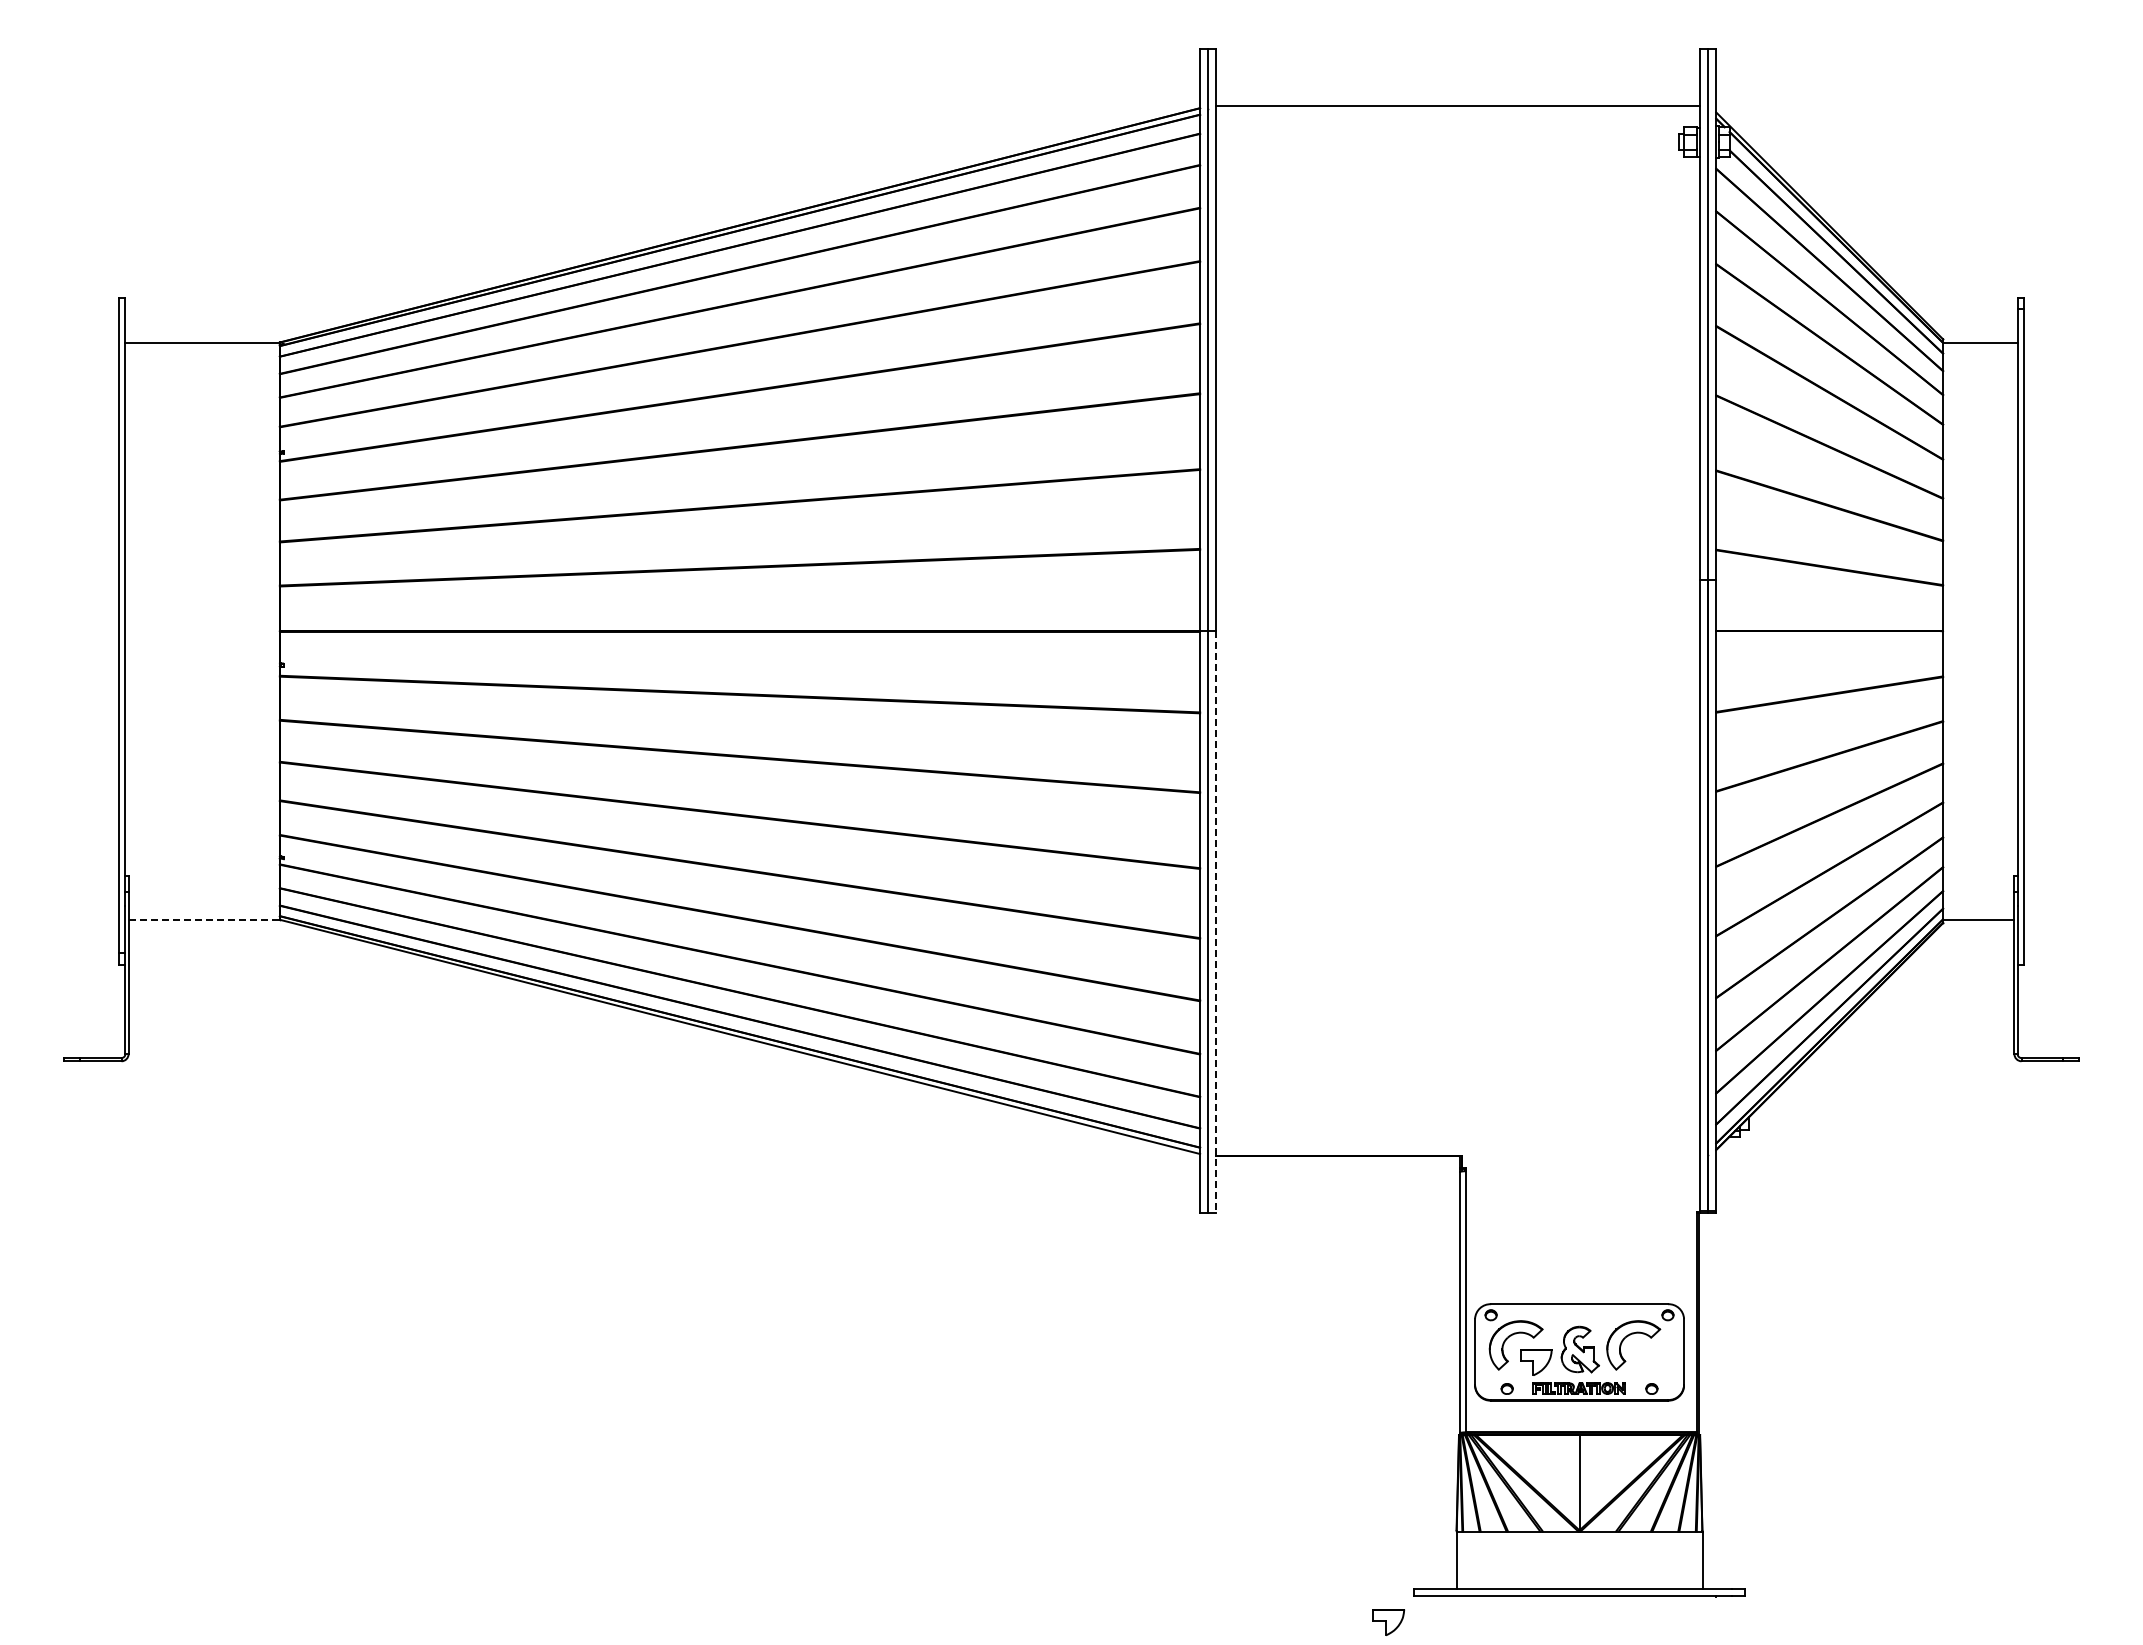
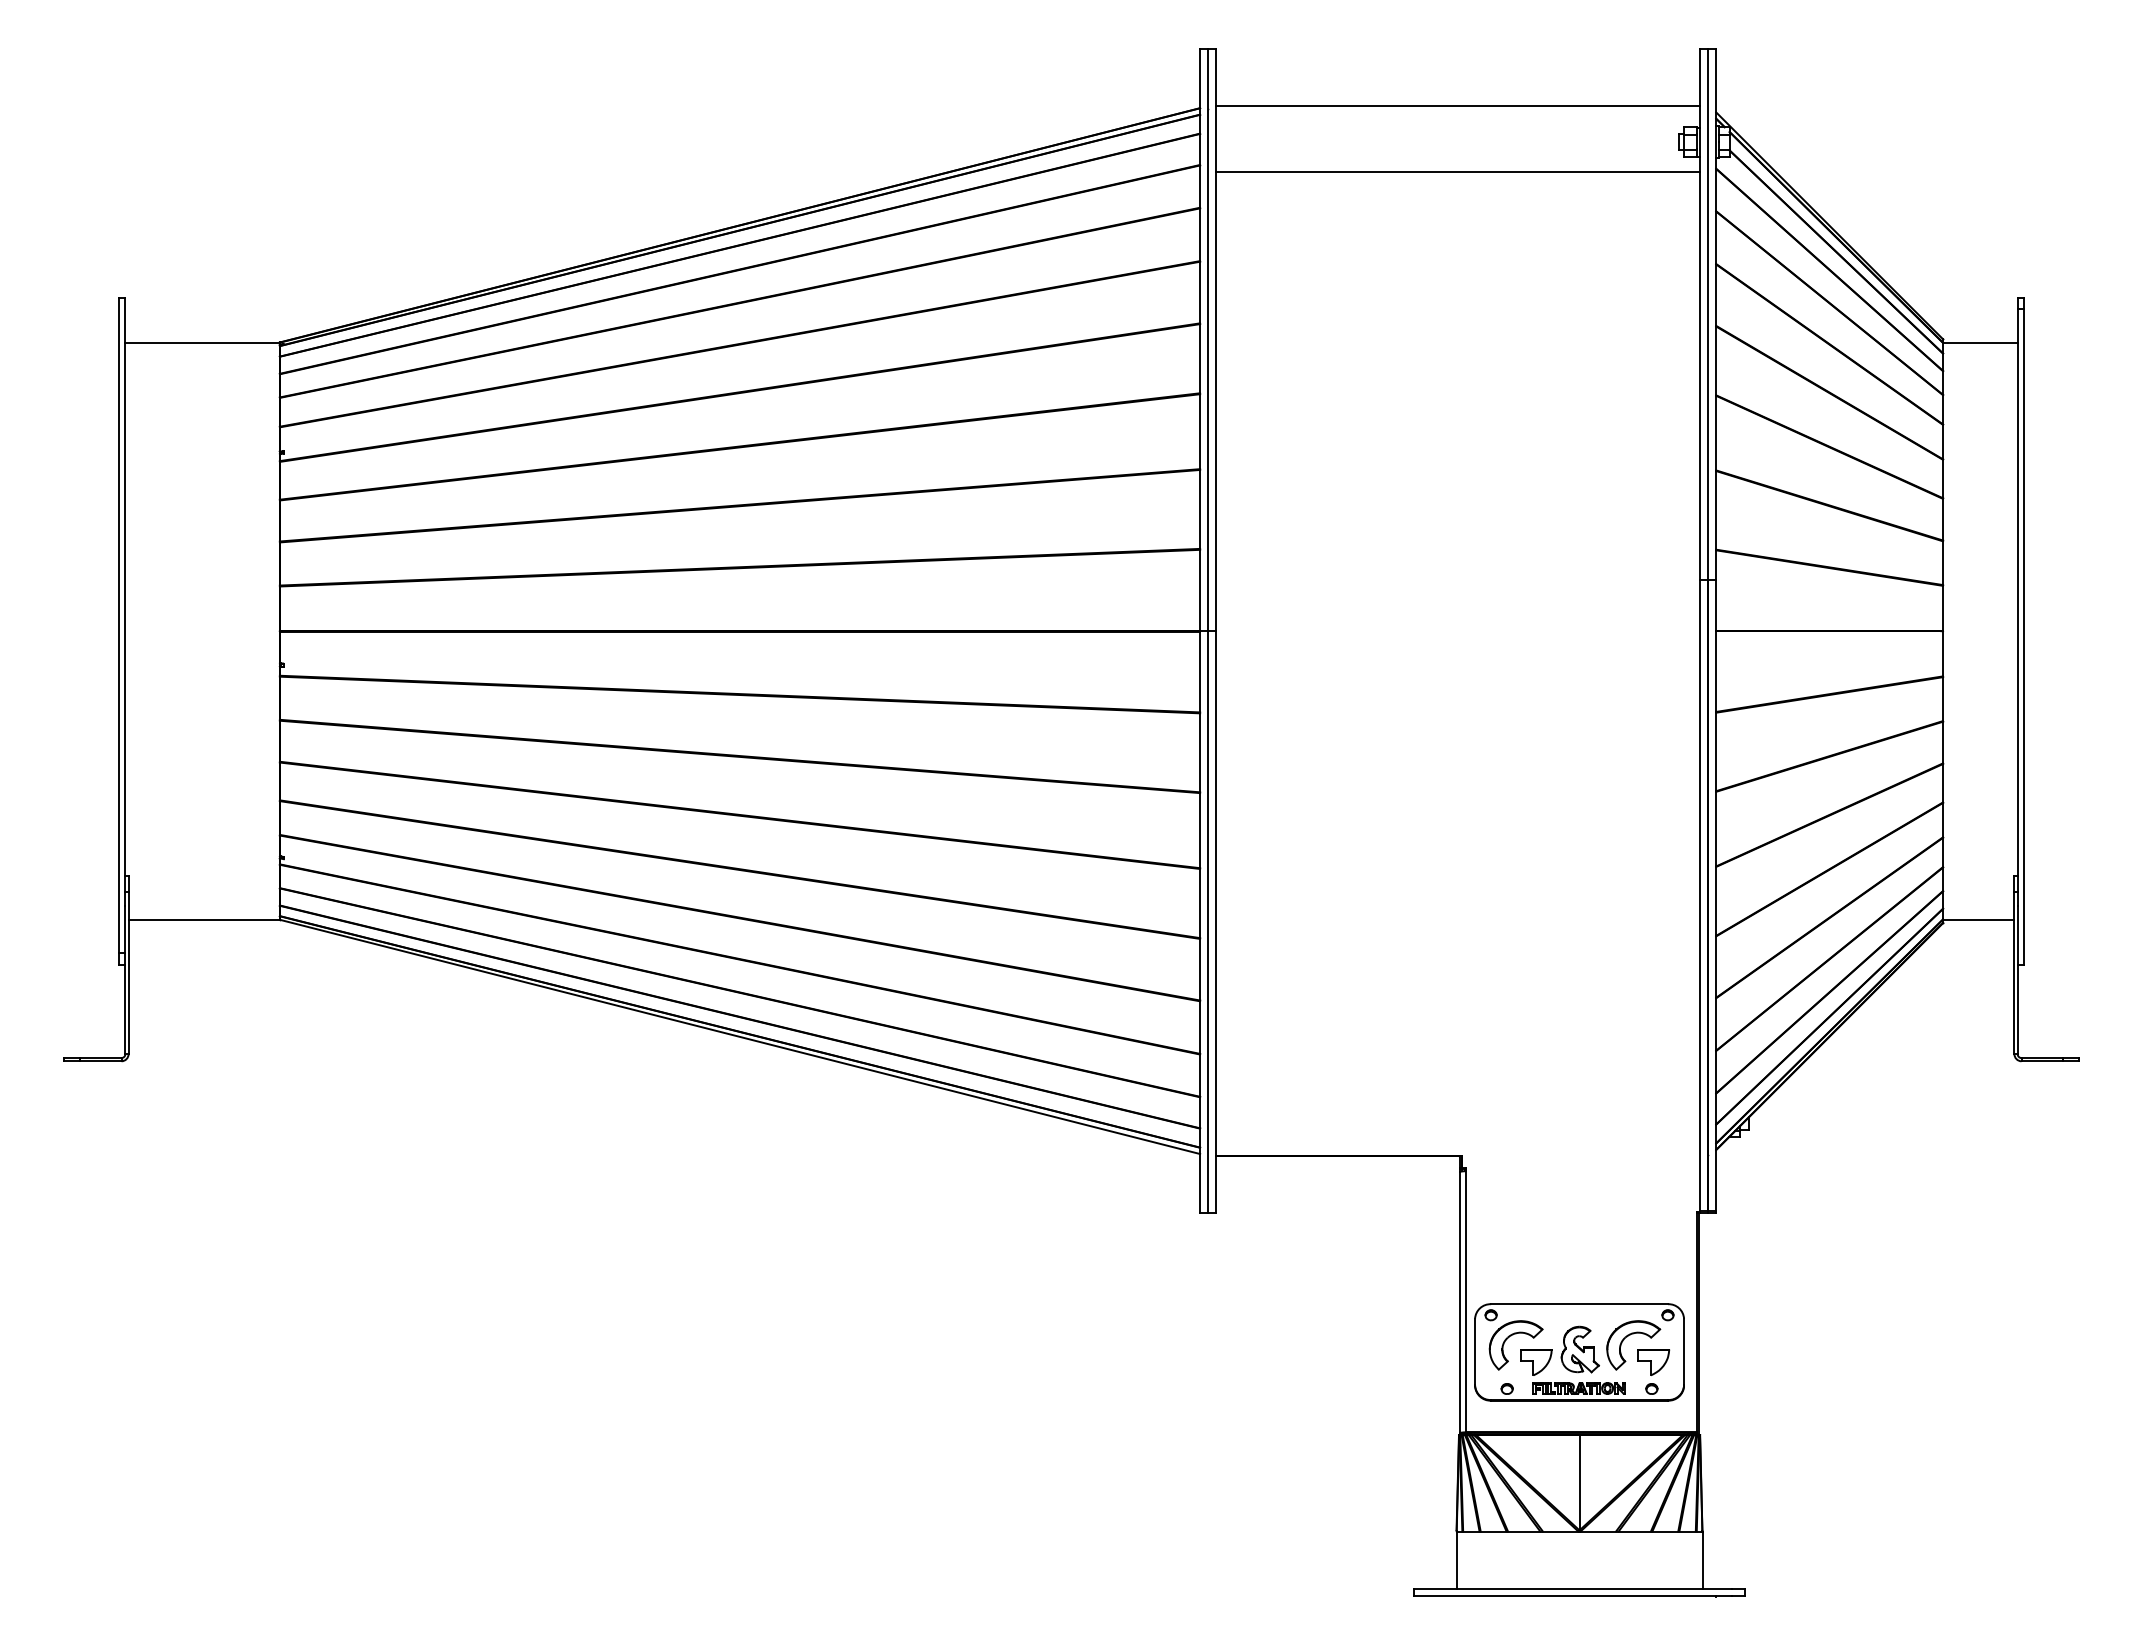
line at (1458, 172): none -> present
line at (204, 919): dashed -> solid
line at (1216, 922): dashed -> solid
part at (1388, 1622) position: (1388, 1622) -> (1653, 1362)
